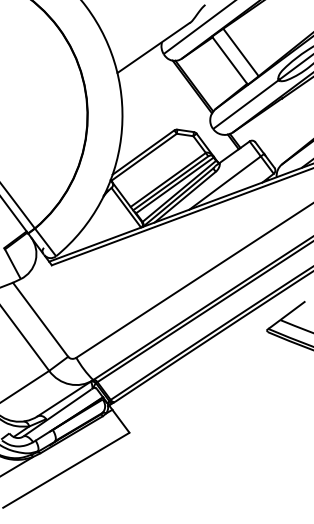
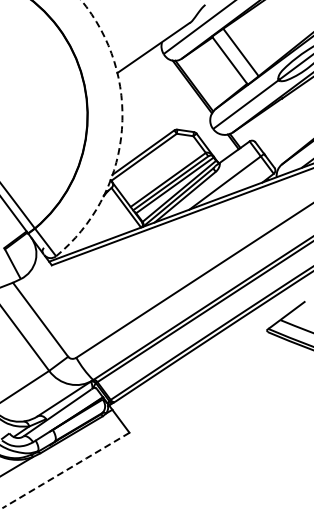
arc at (121, 132): solid -> dashed
line at (65, 470): solid -> dashed
